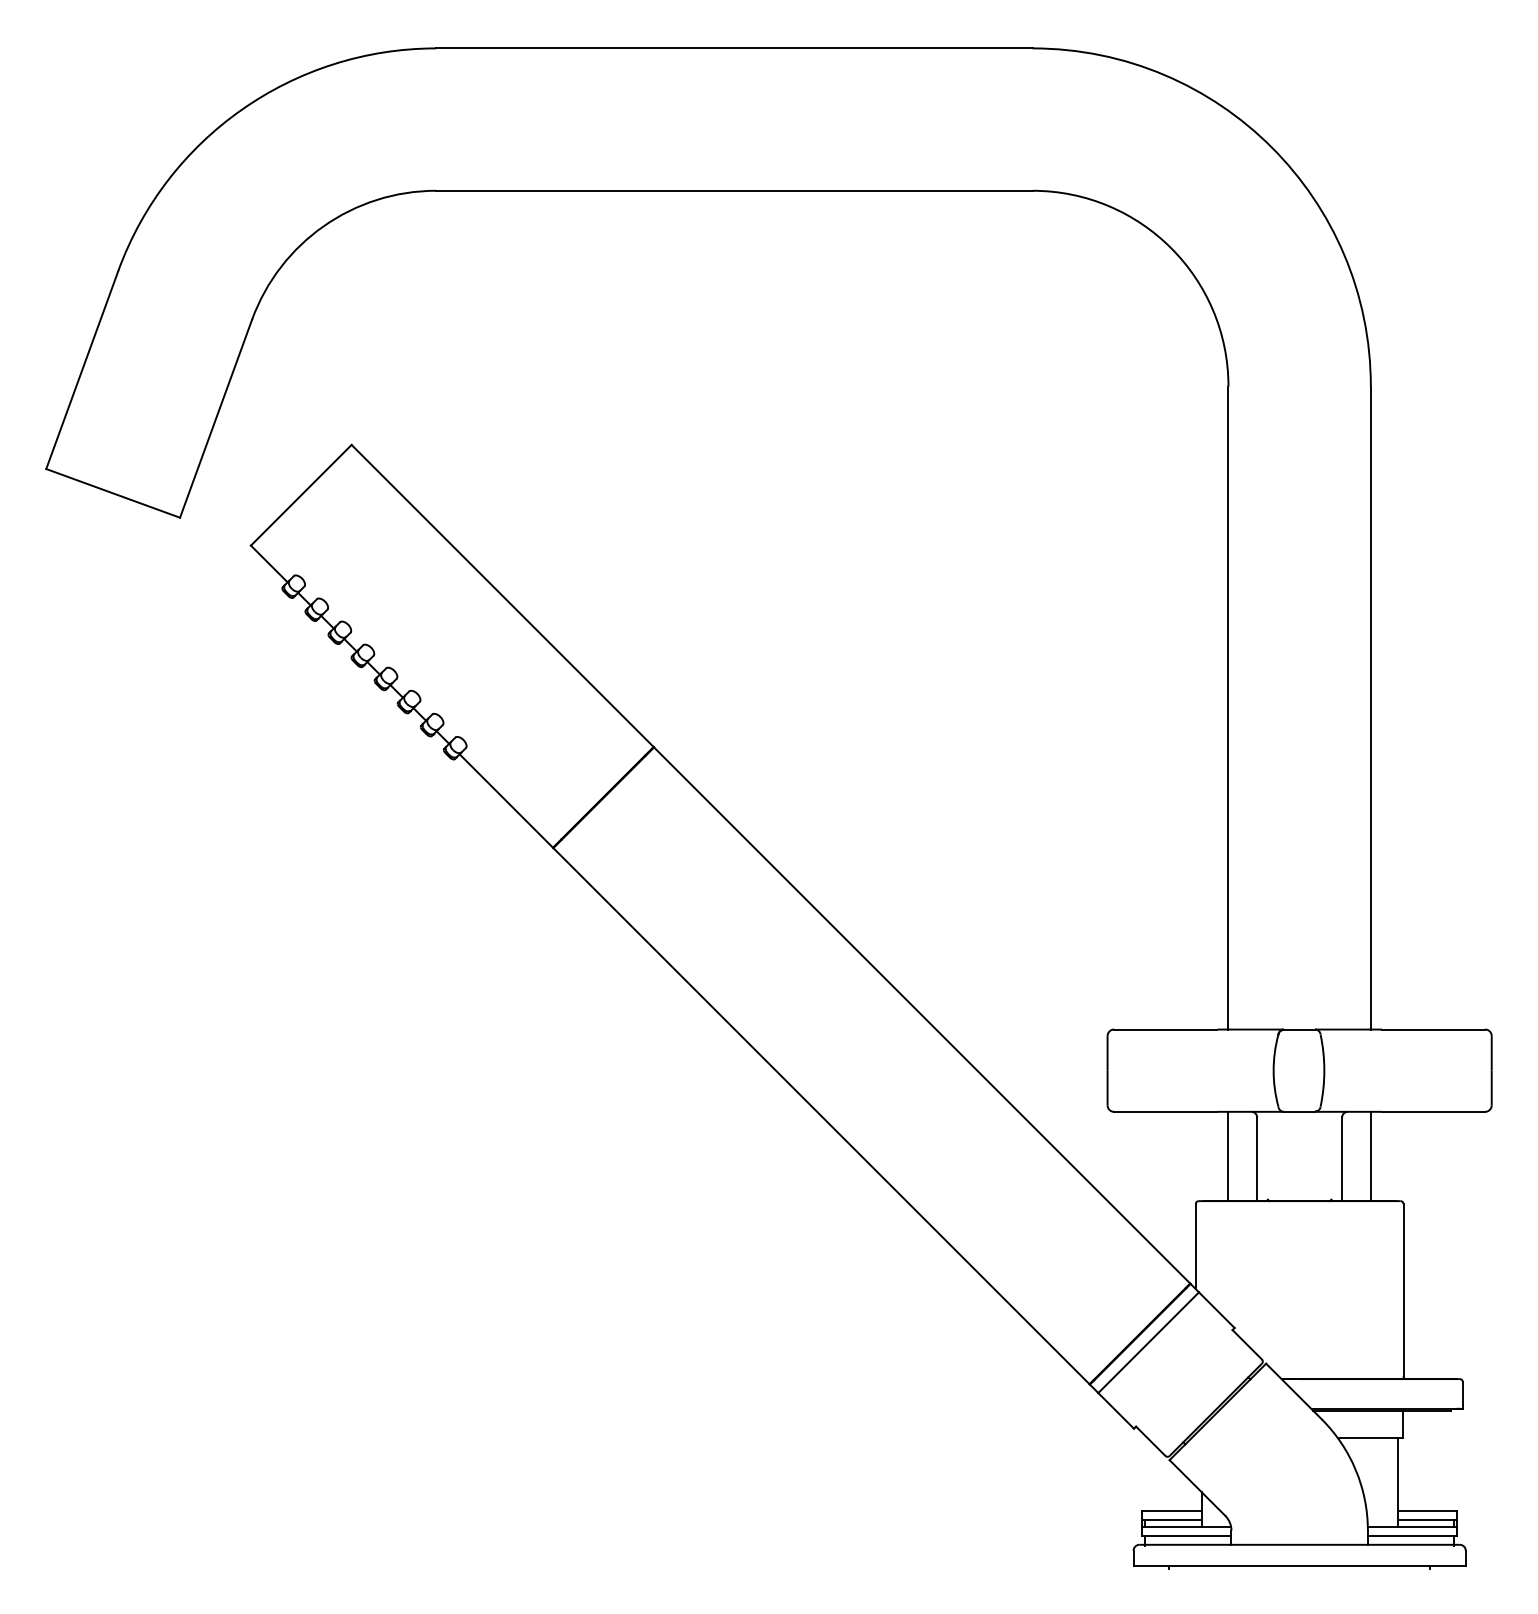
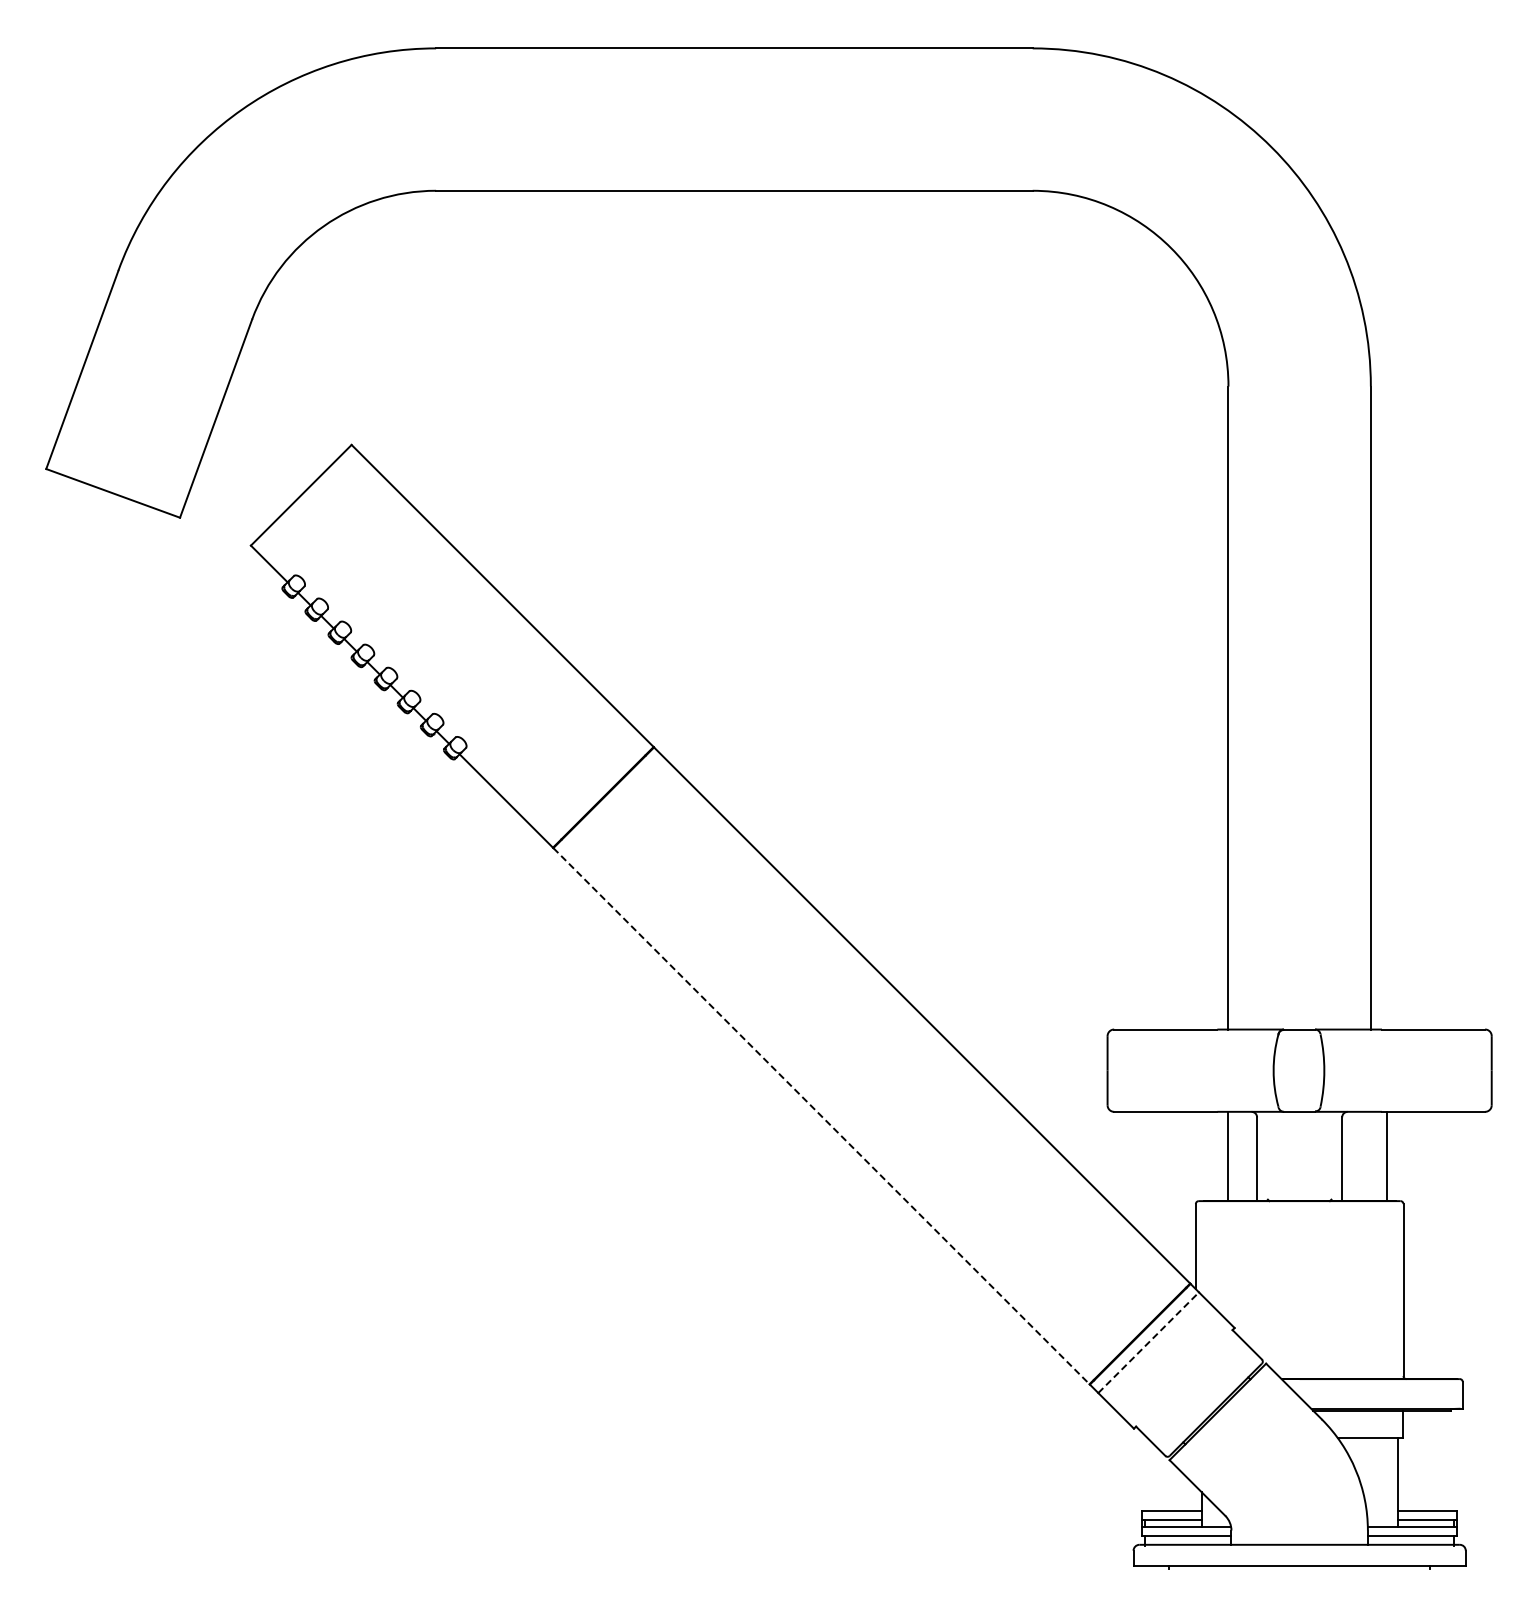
line at (821, 1116): solid -> dashed
line at (1370, 1156) position: (1370, 1156) -> (1386, 1156)
line at (1149, 1342): solid -> dashed
